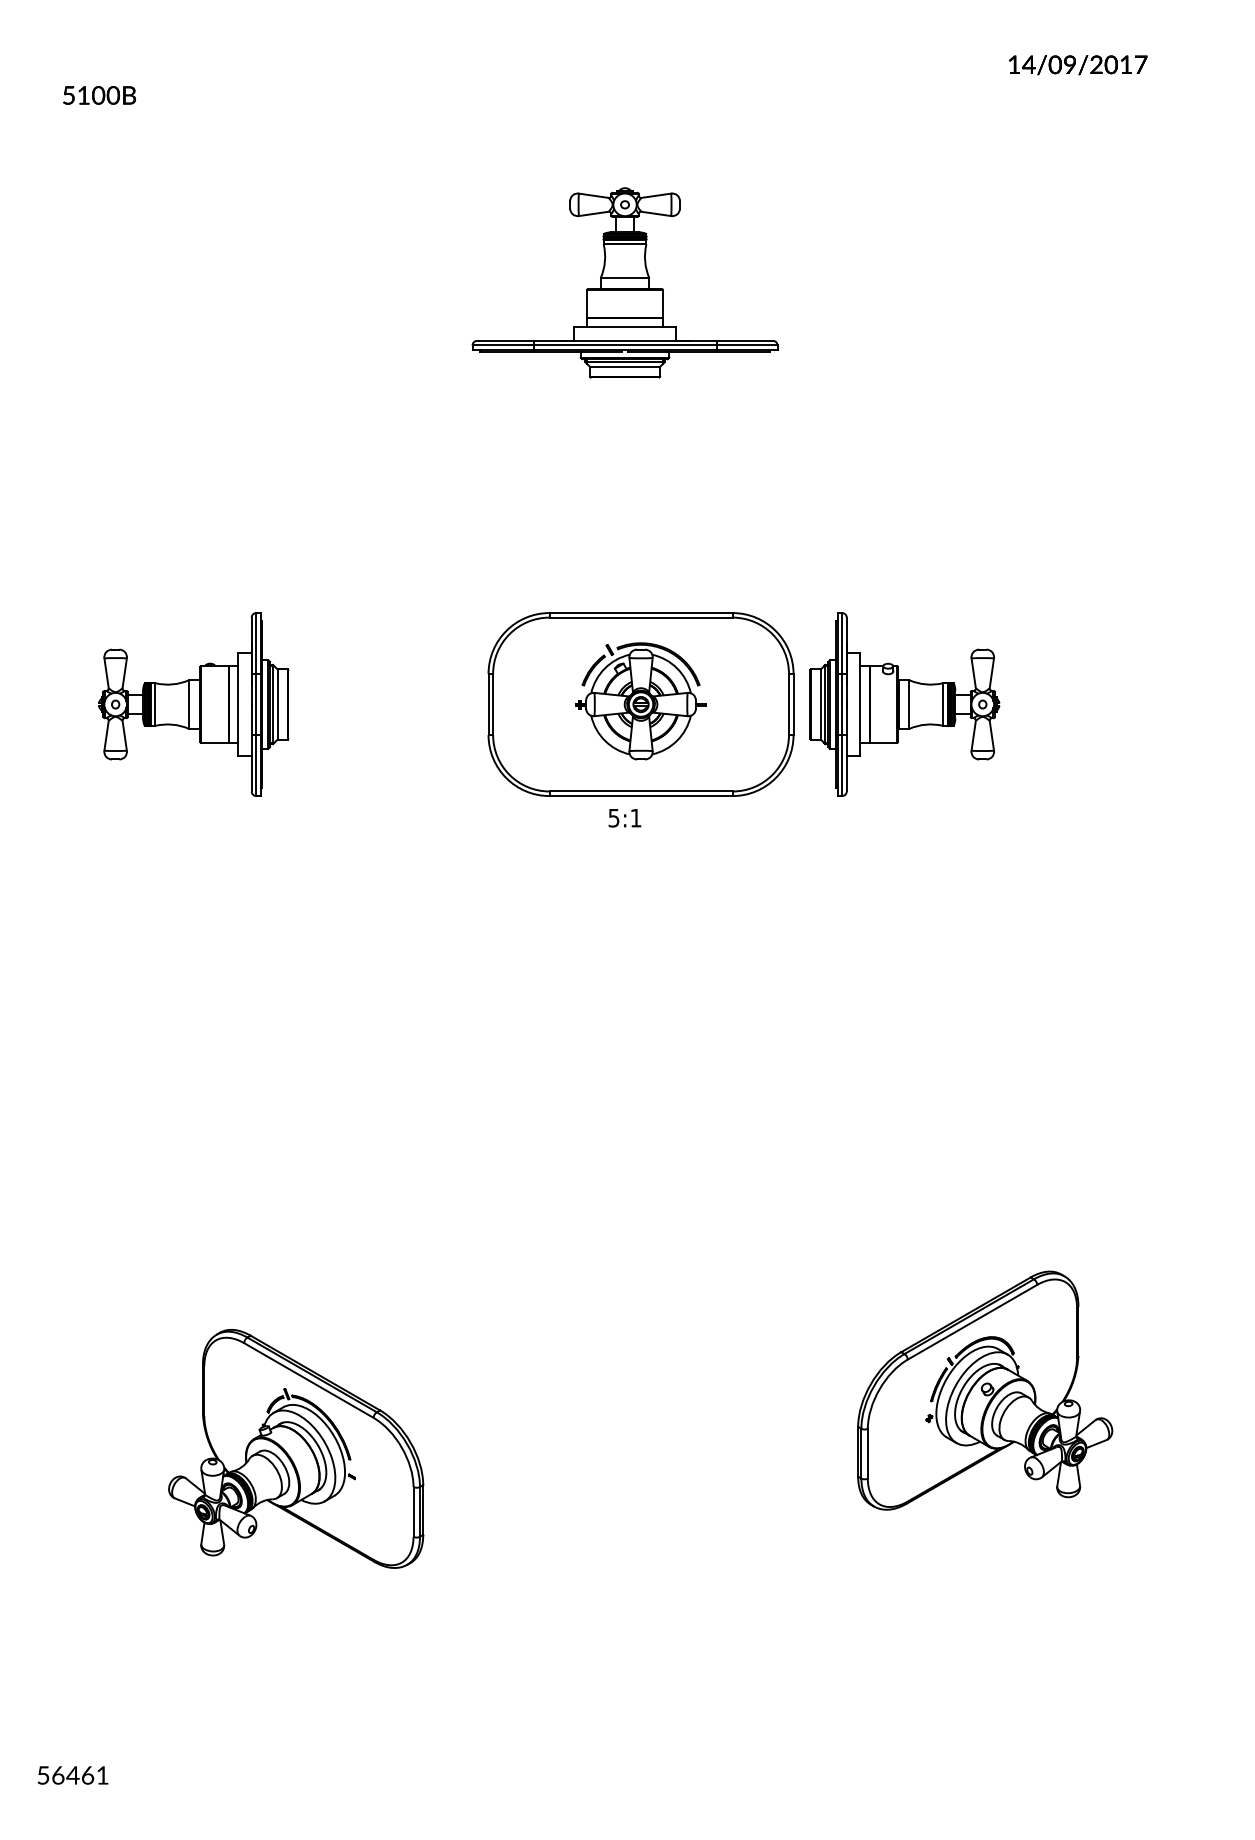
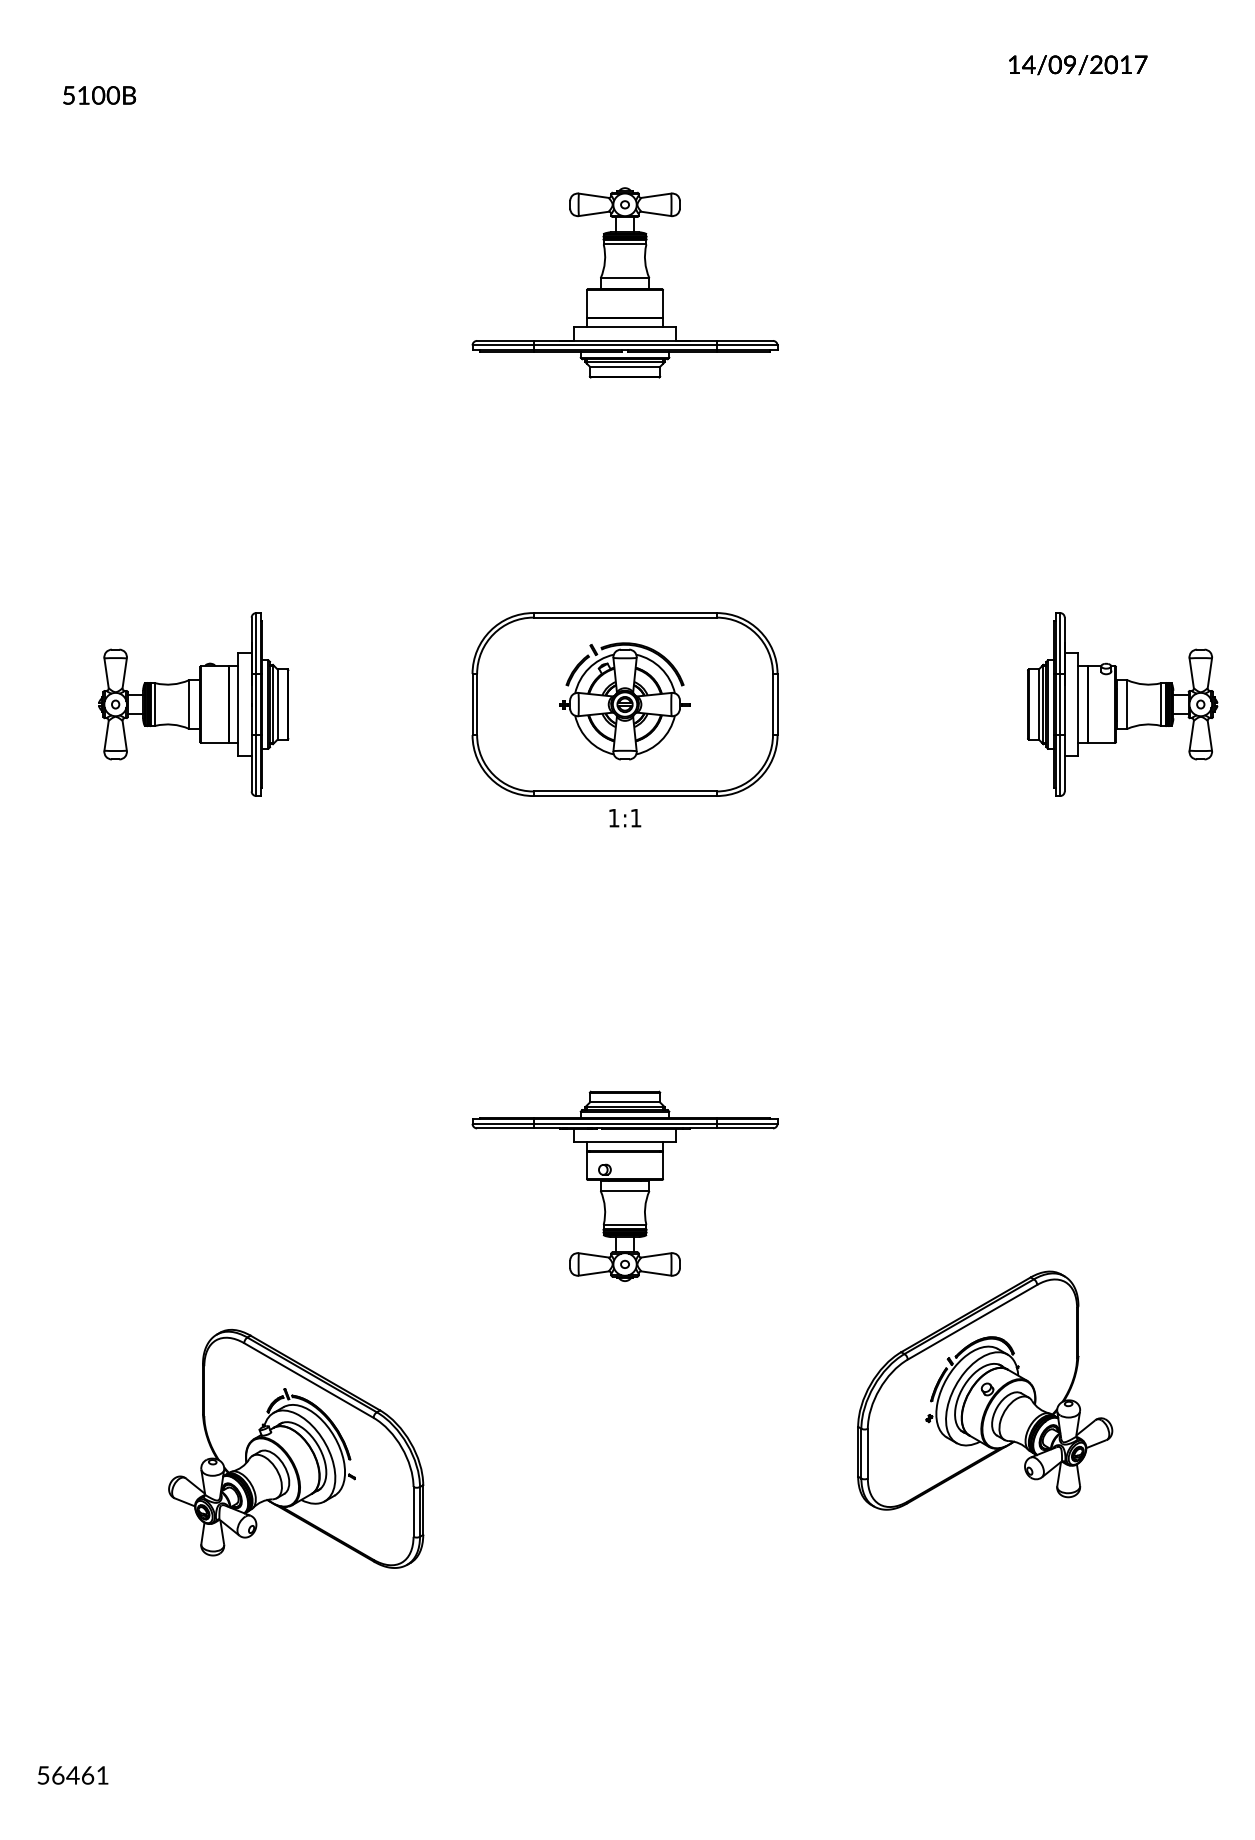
part at (640, 704) position: (640, 704) -> (624, 704)
part at (904, 704) position: (904, 704) -> (1122, 704)
text at (613, 818): 5:1 -> 1:1
part at (624, 1185): none -> present
